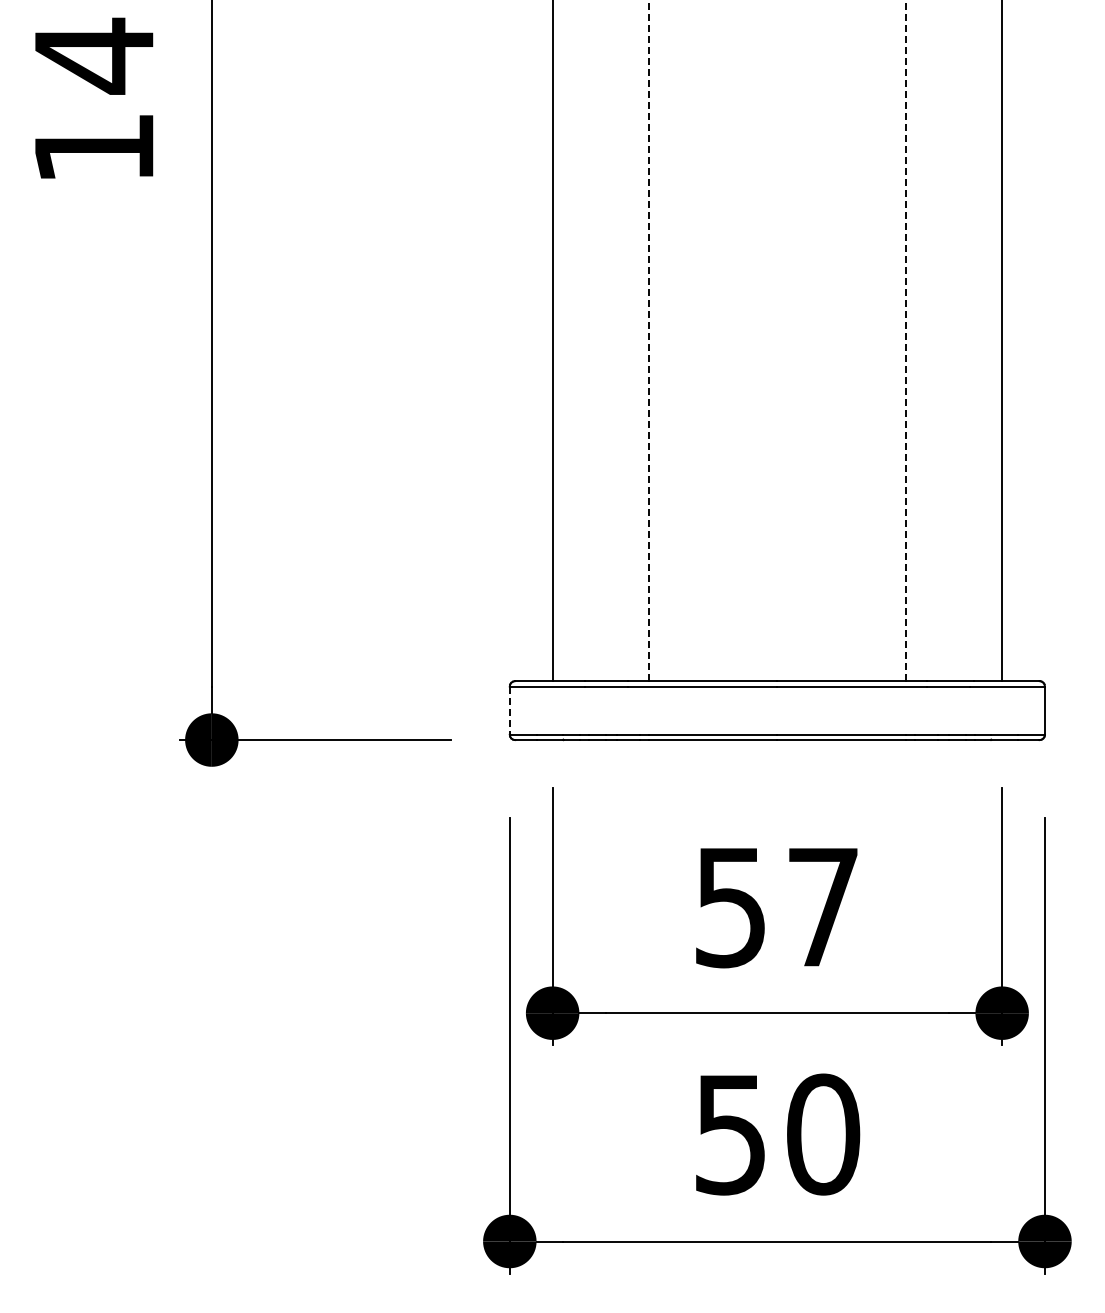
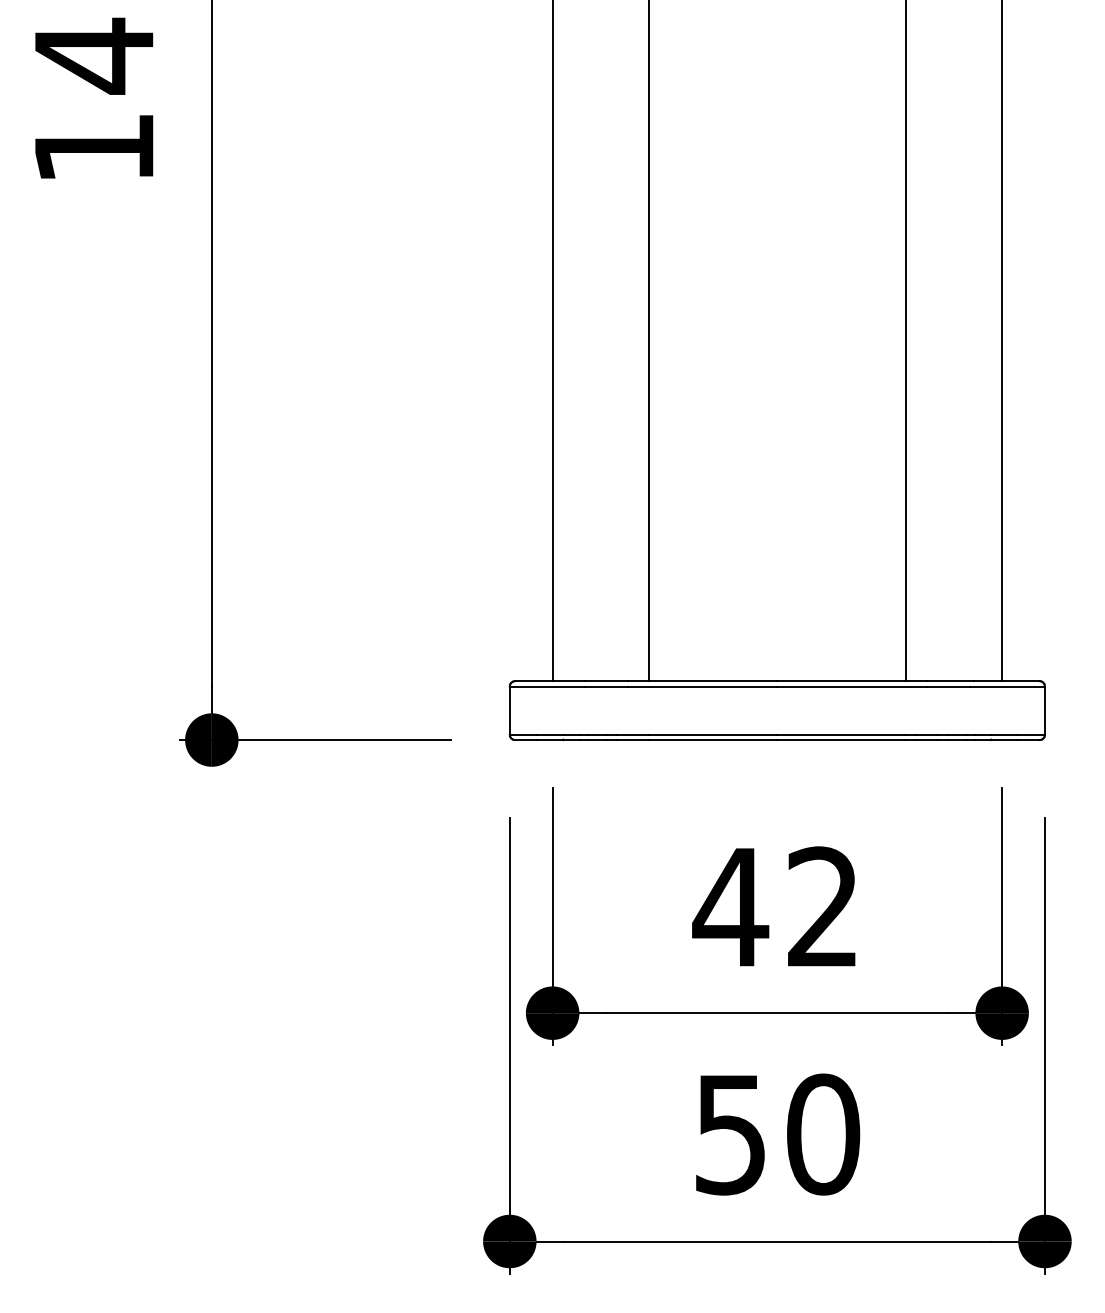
line at (648, 340): dashed -> solid
line at (905, 340): dashed -> solid
line at (509, 711): dashed -> solid
text at (774, 907): 57 -> 42
